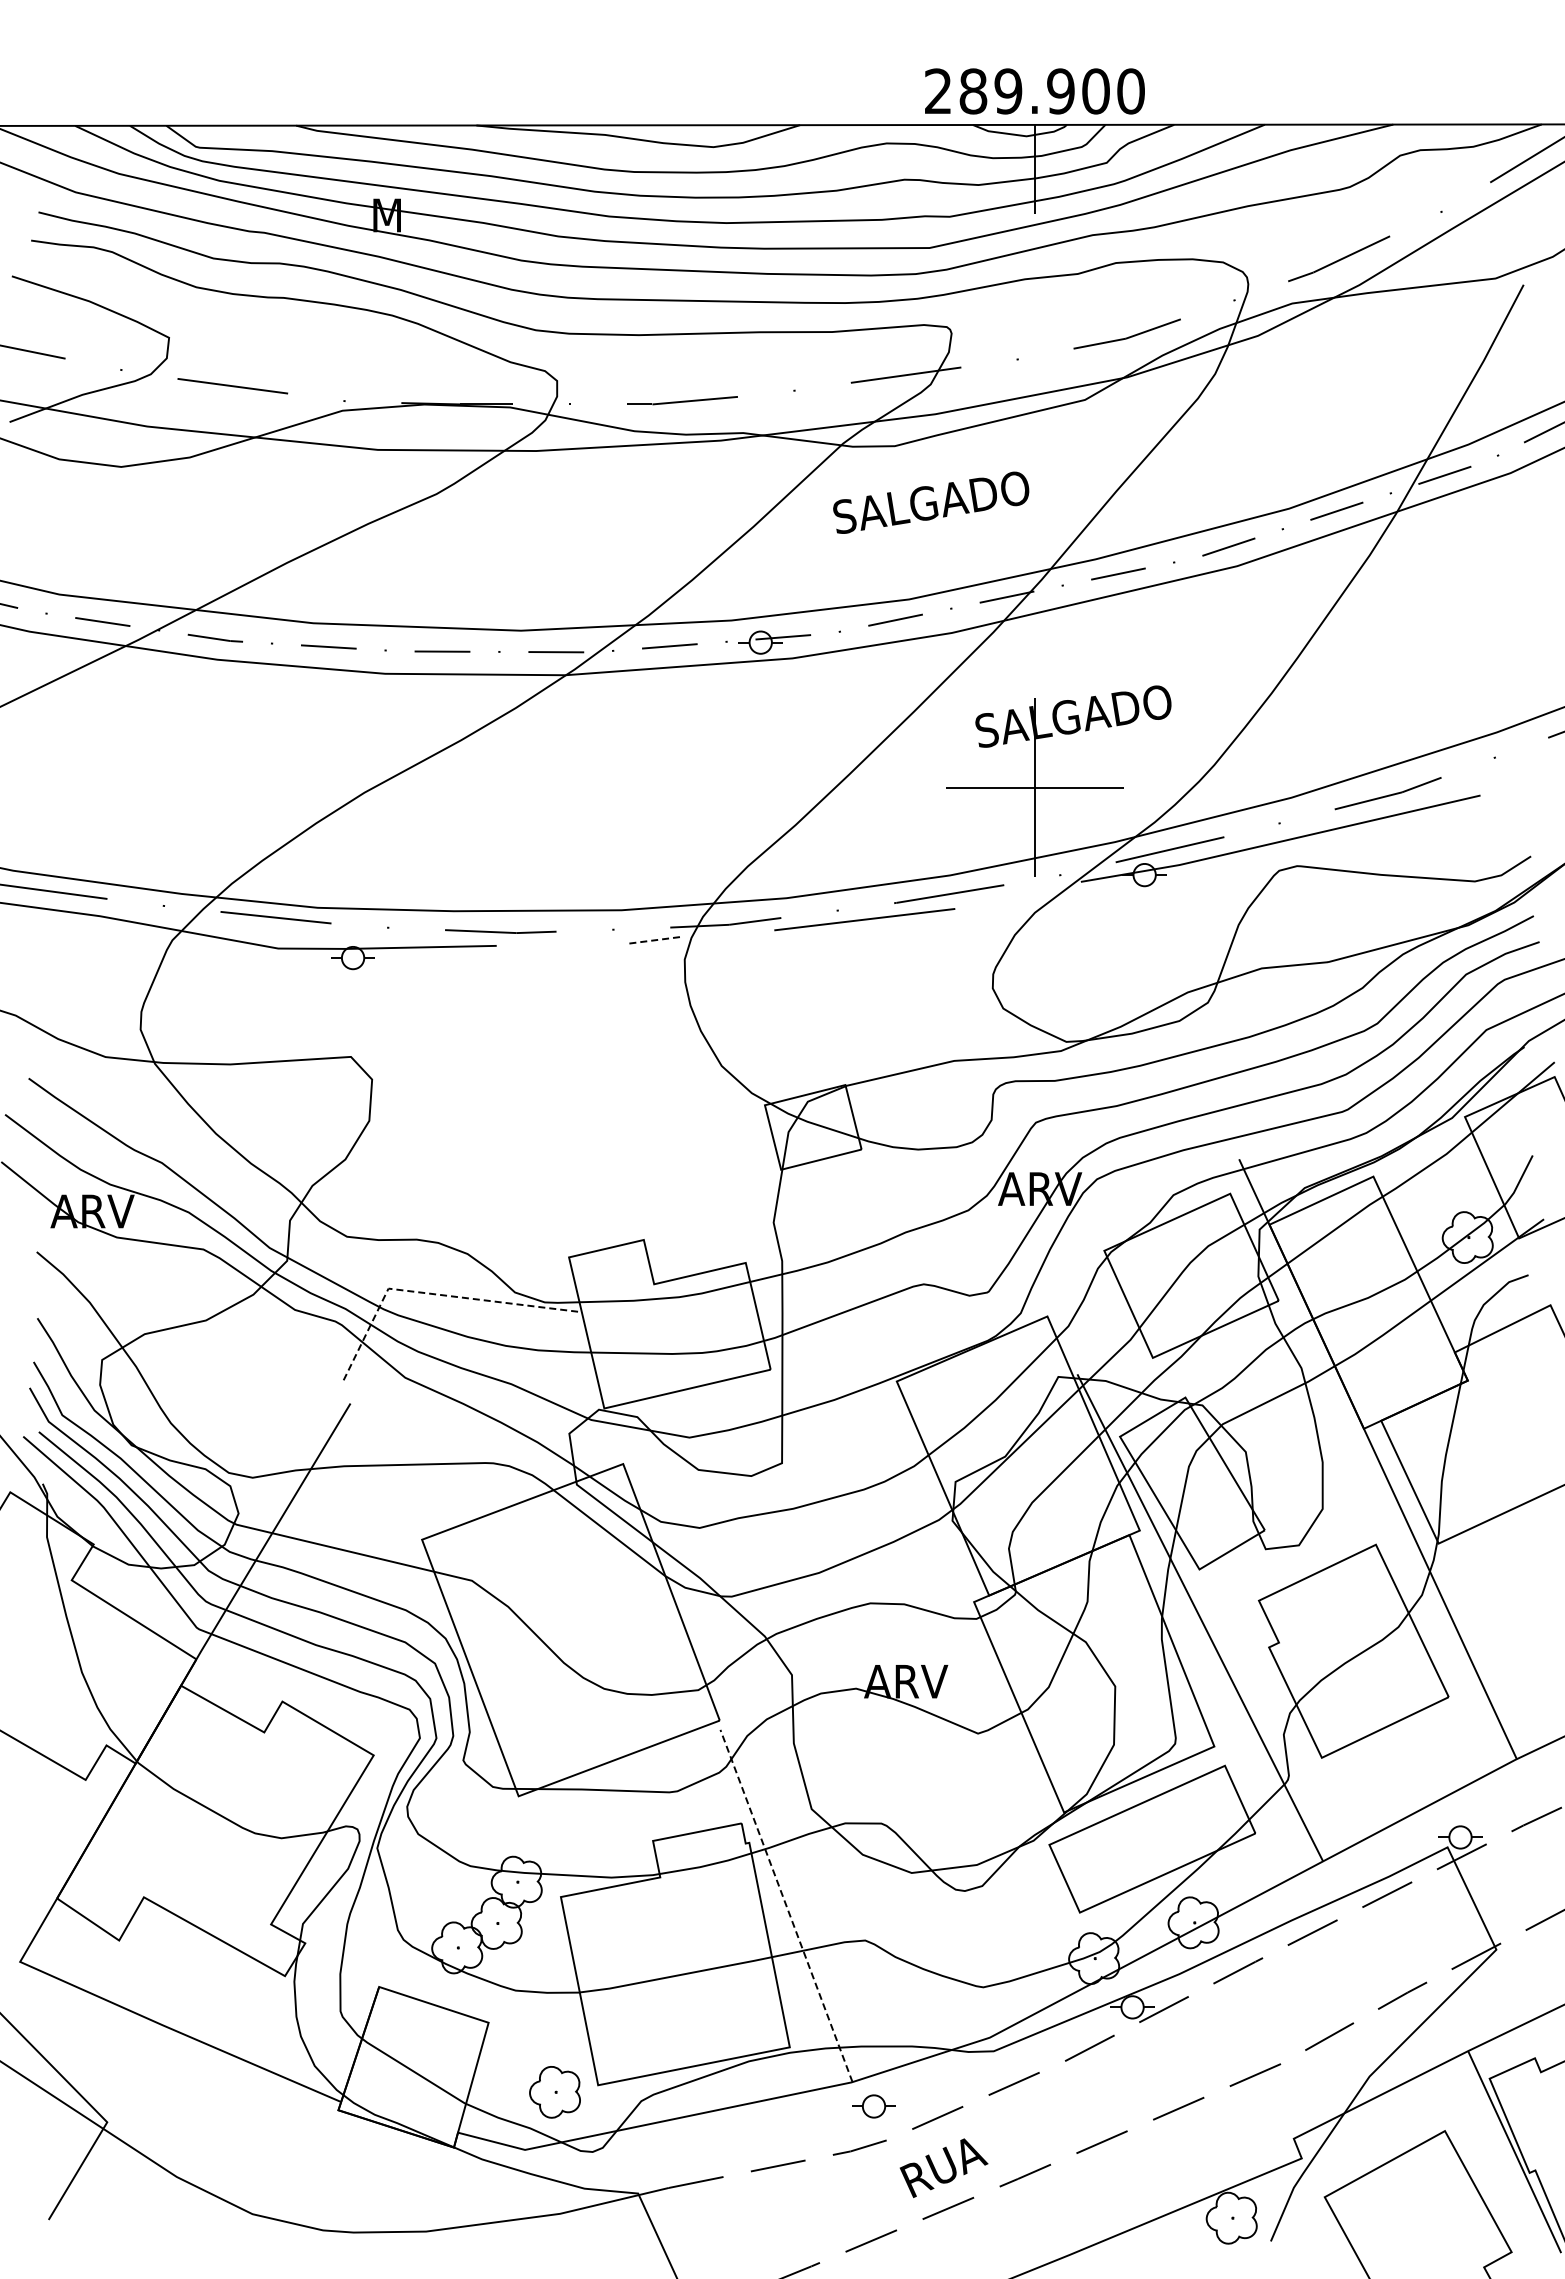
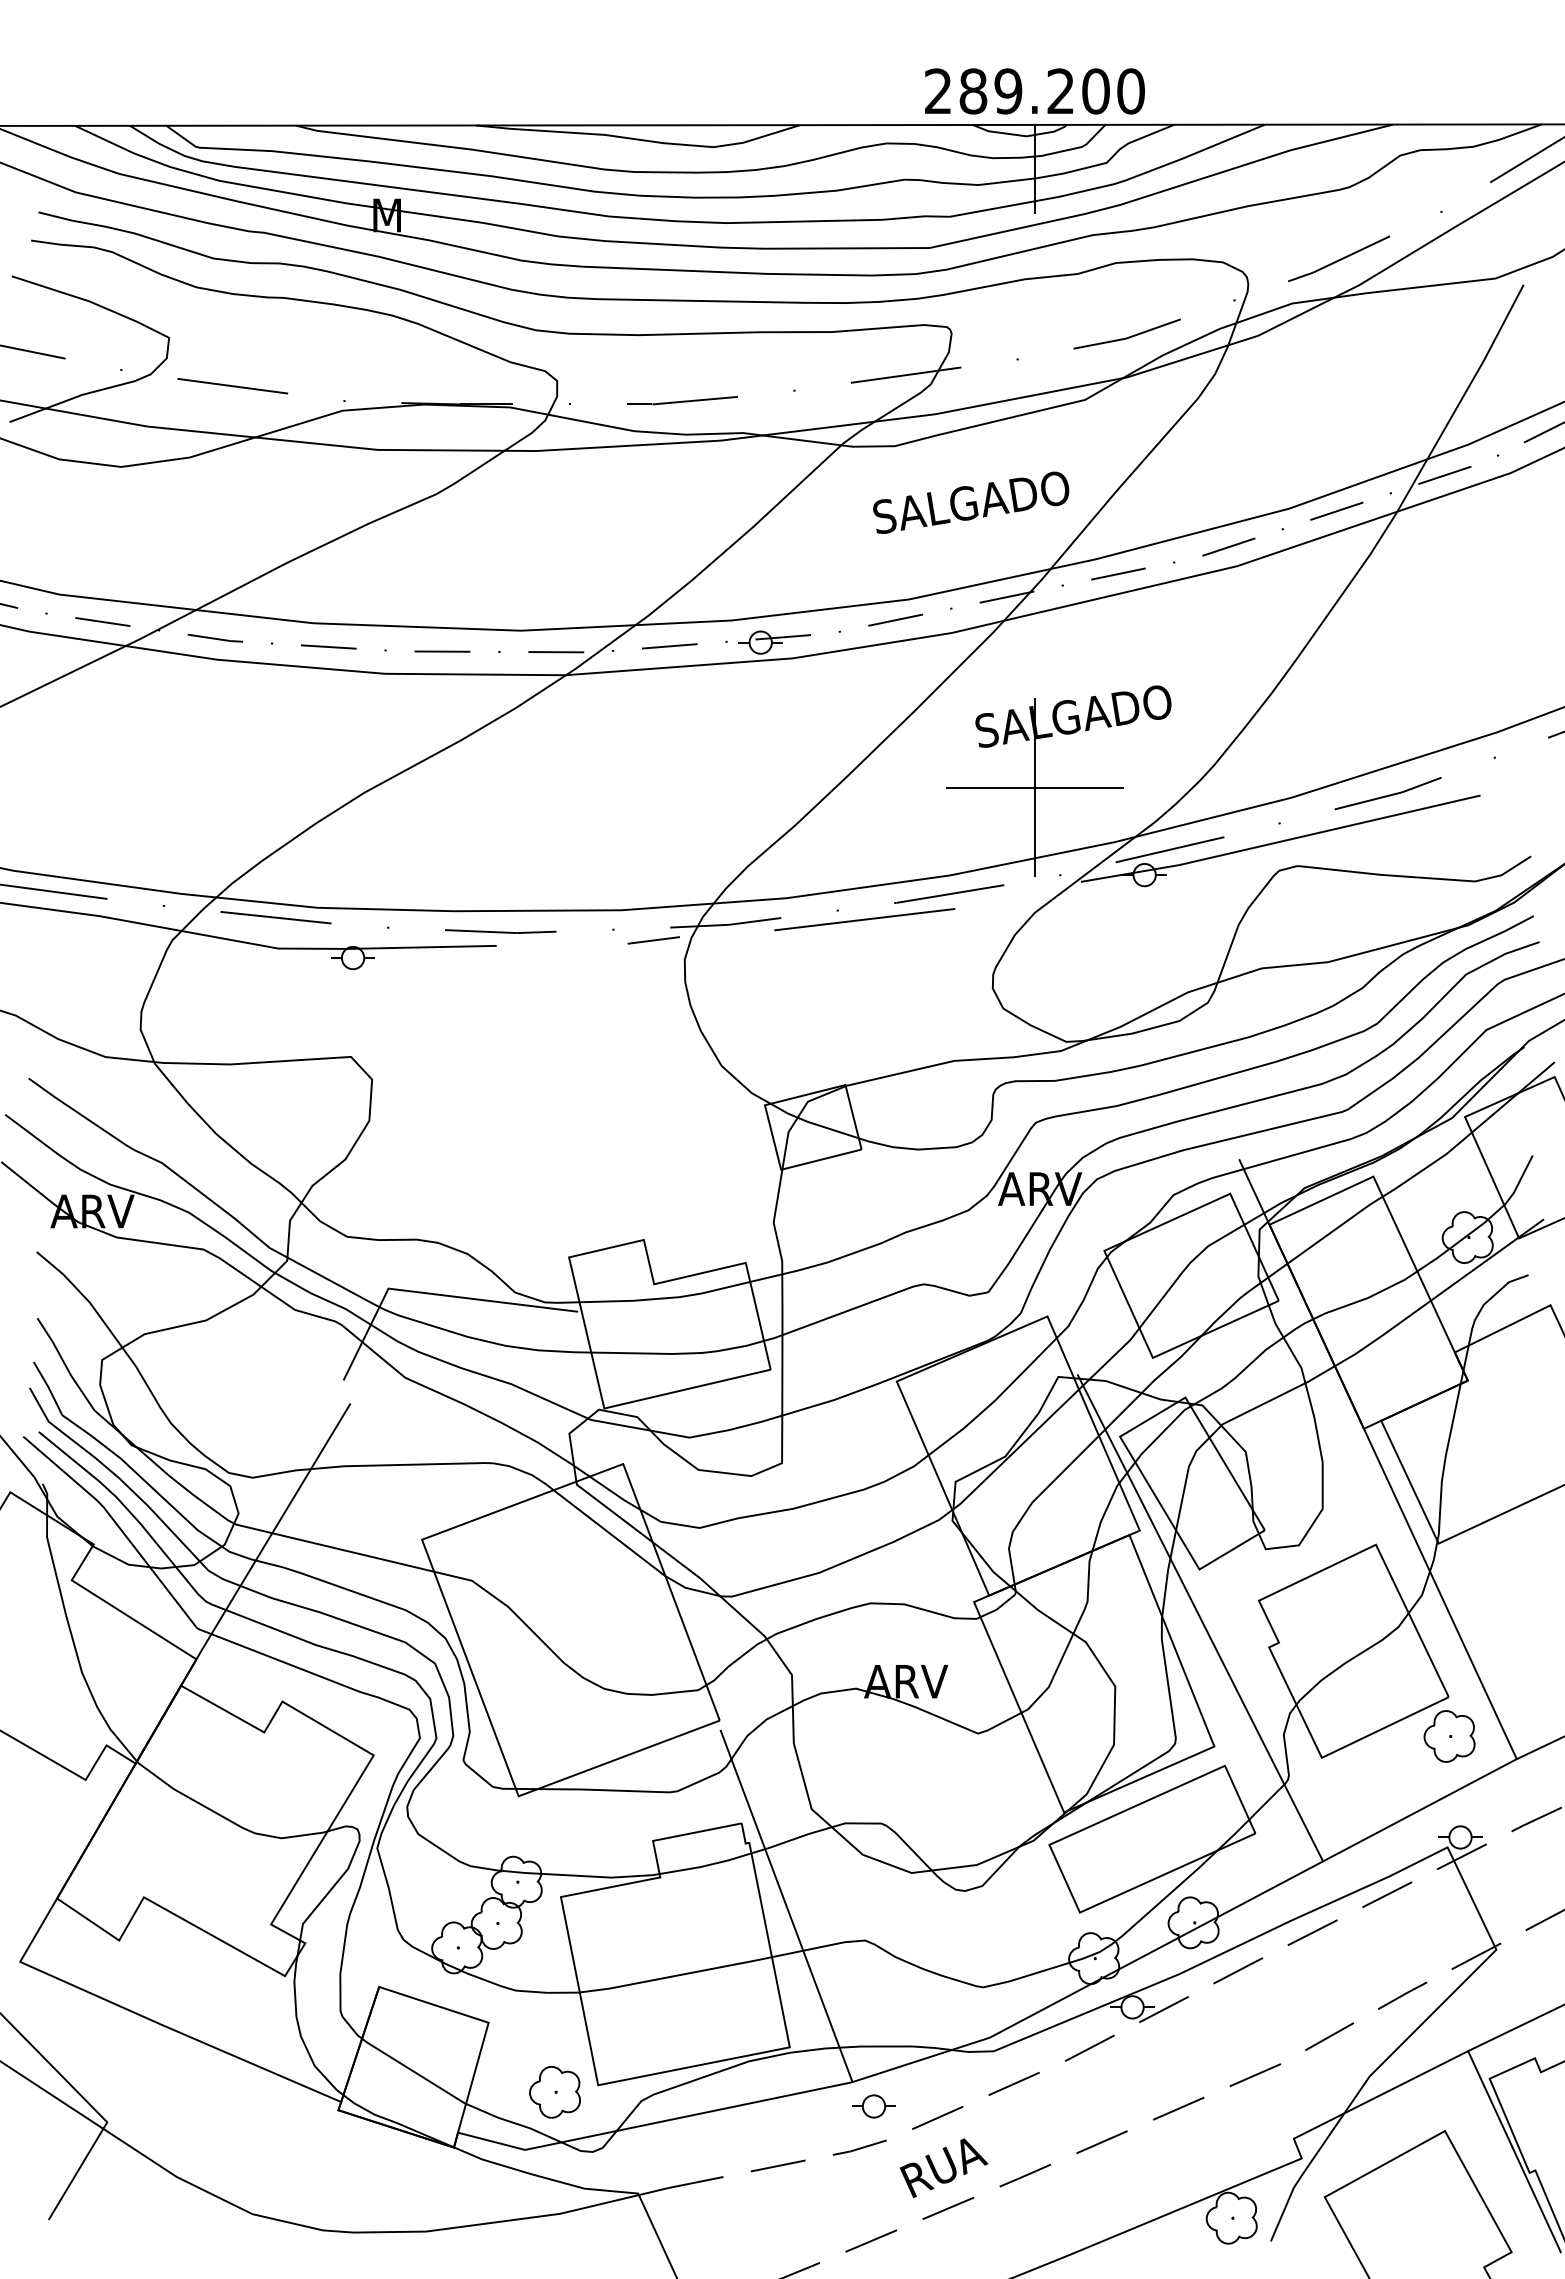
text at (1060, 91): 289.900 -> 289.200
text at (931, 502) position: (931, 502) -> (971, 502)
line at (653, 940): dashed -> solid
line at (431, 1293): dashed -> solid
part at (1449, 1736): none -> present
line at (786, 1905): dashed -> solid
